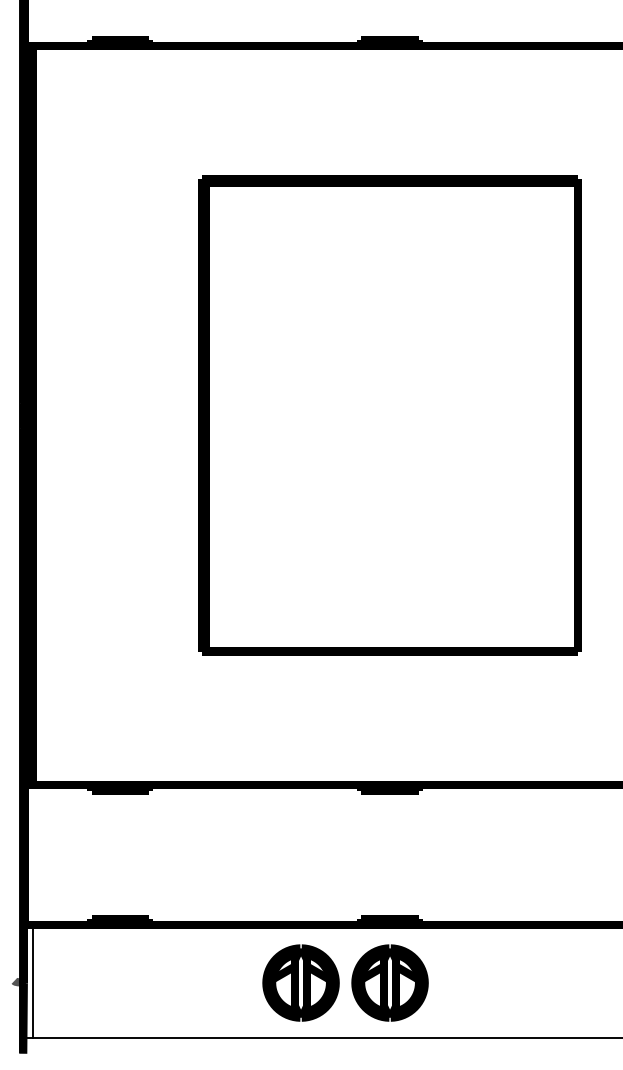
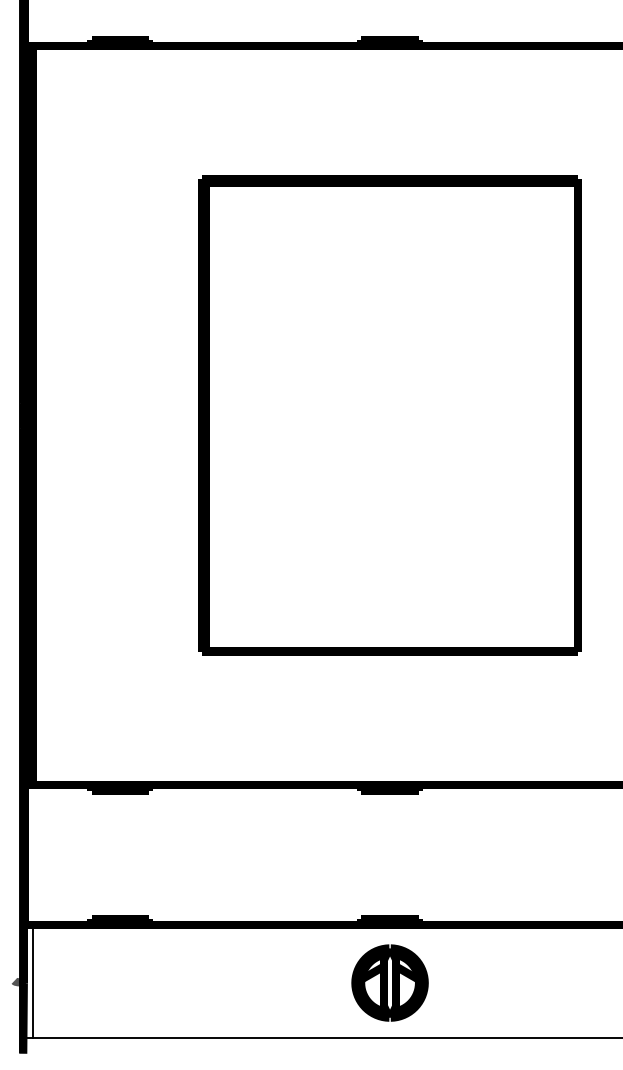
part at (300, 982): present -> none
